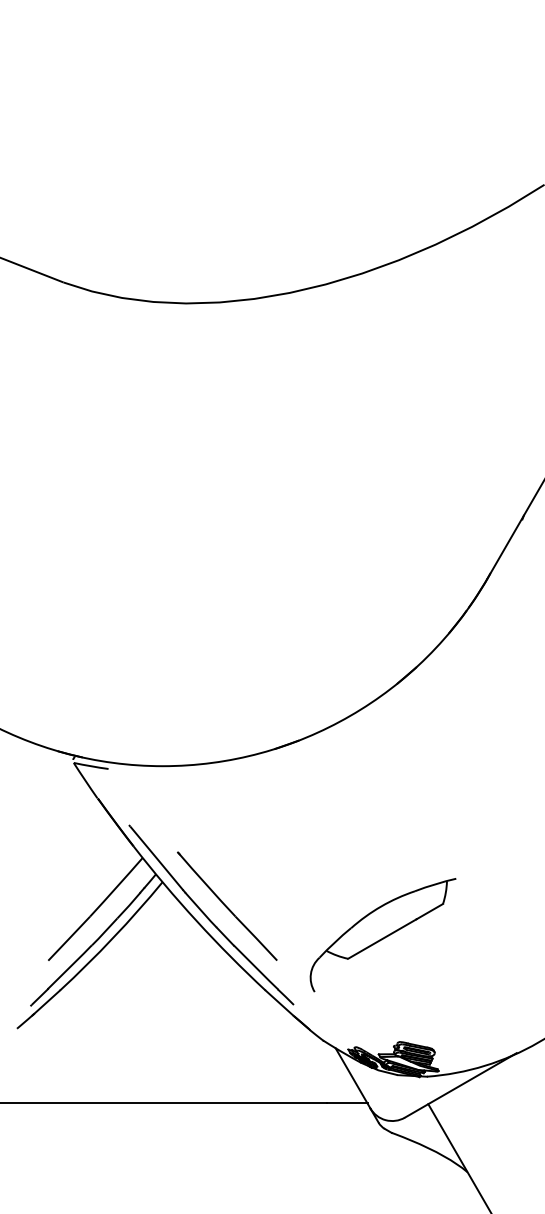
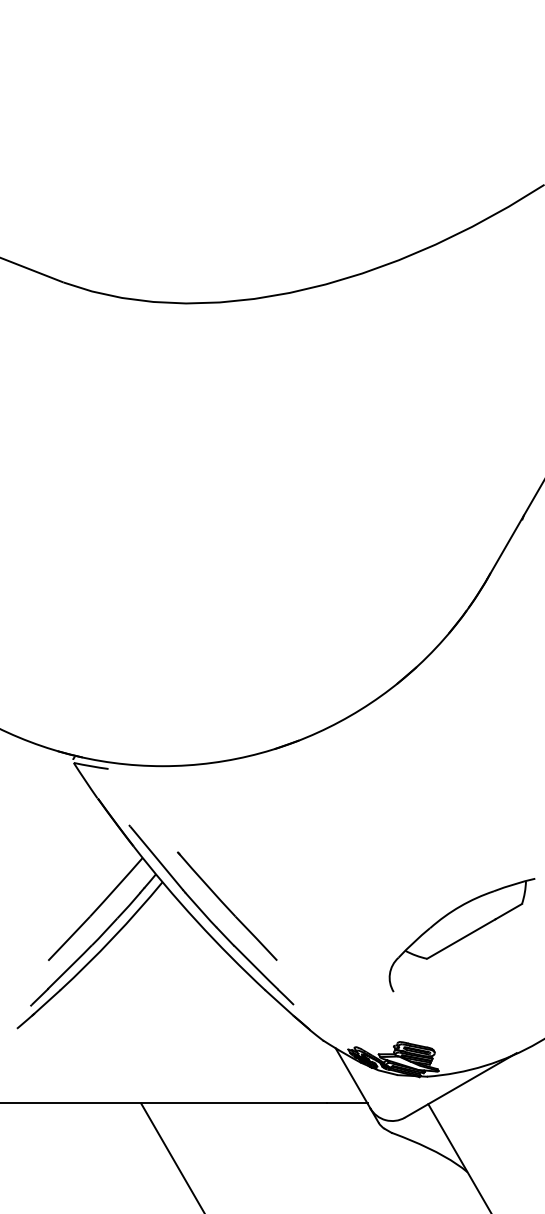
part at (382, 935) position: (382, 935) -> (461, 935)
line at (172, 1156): none -> present
